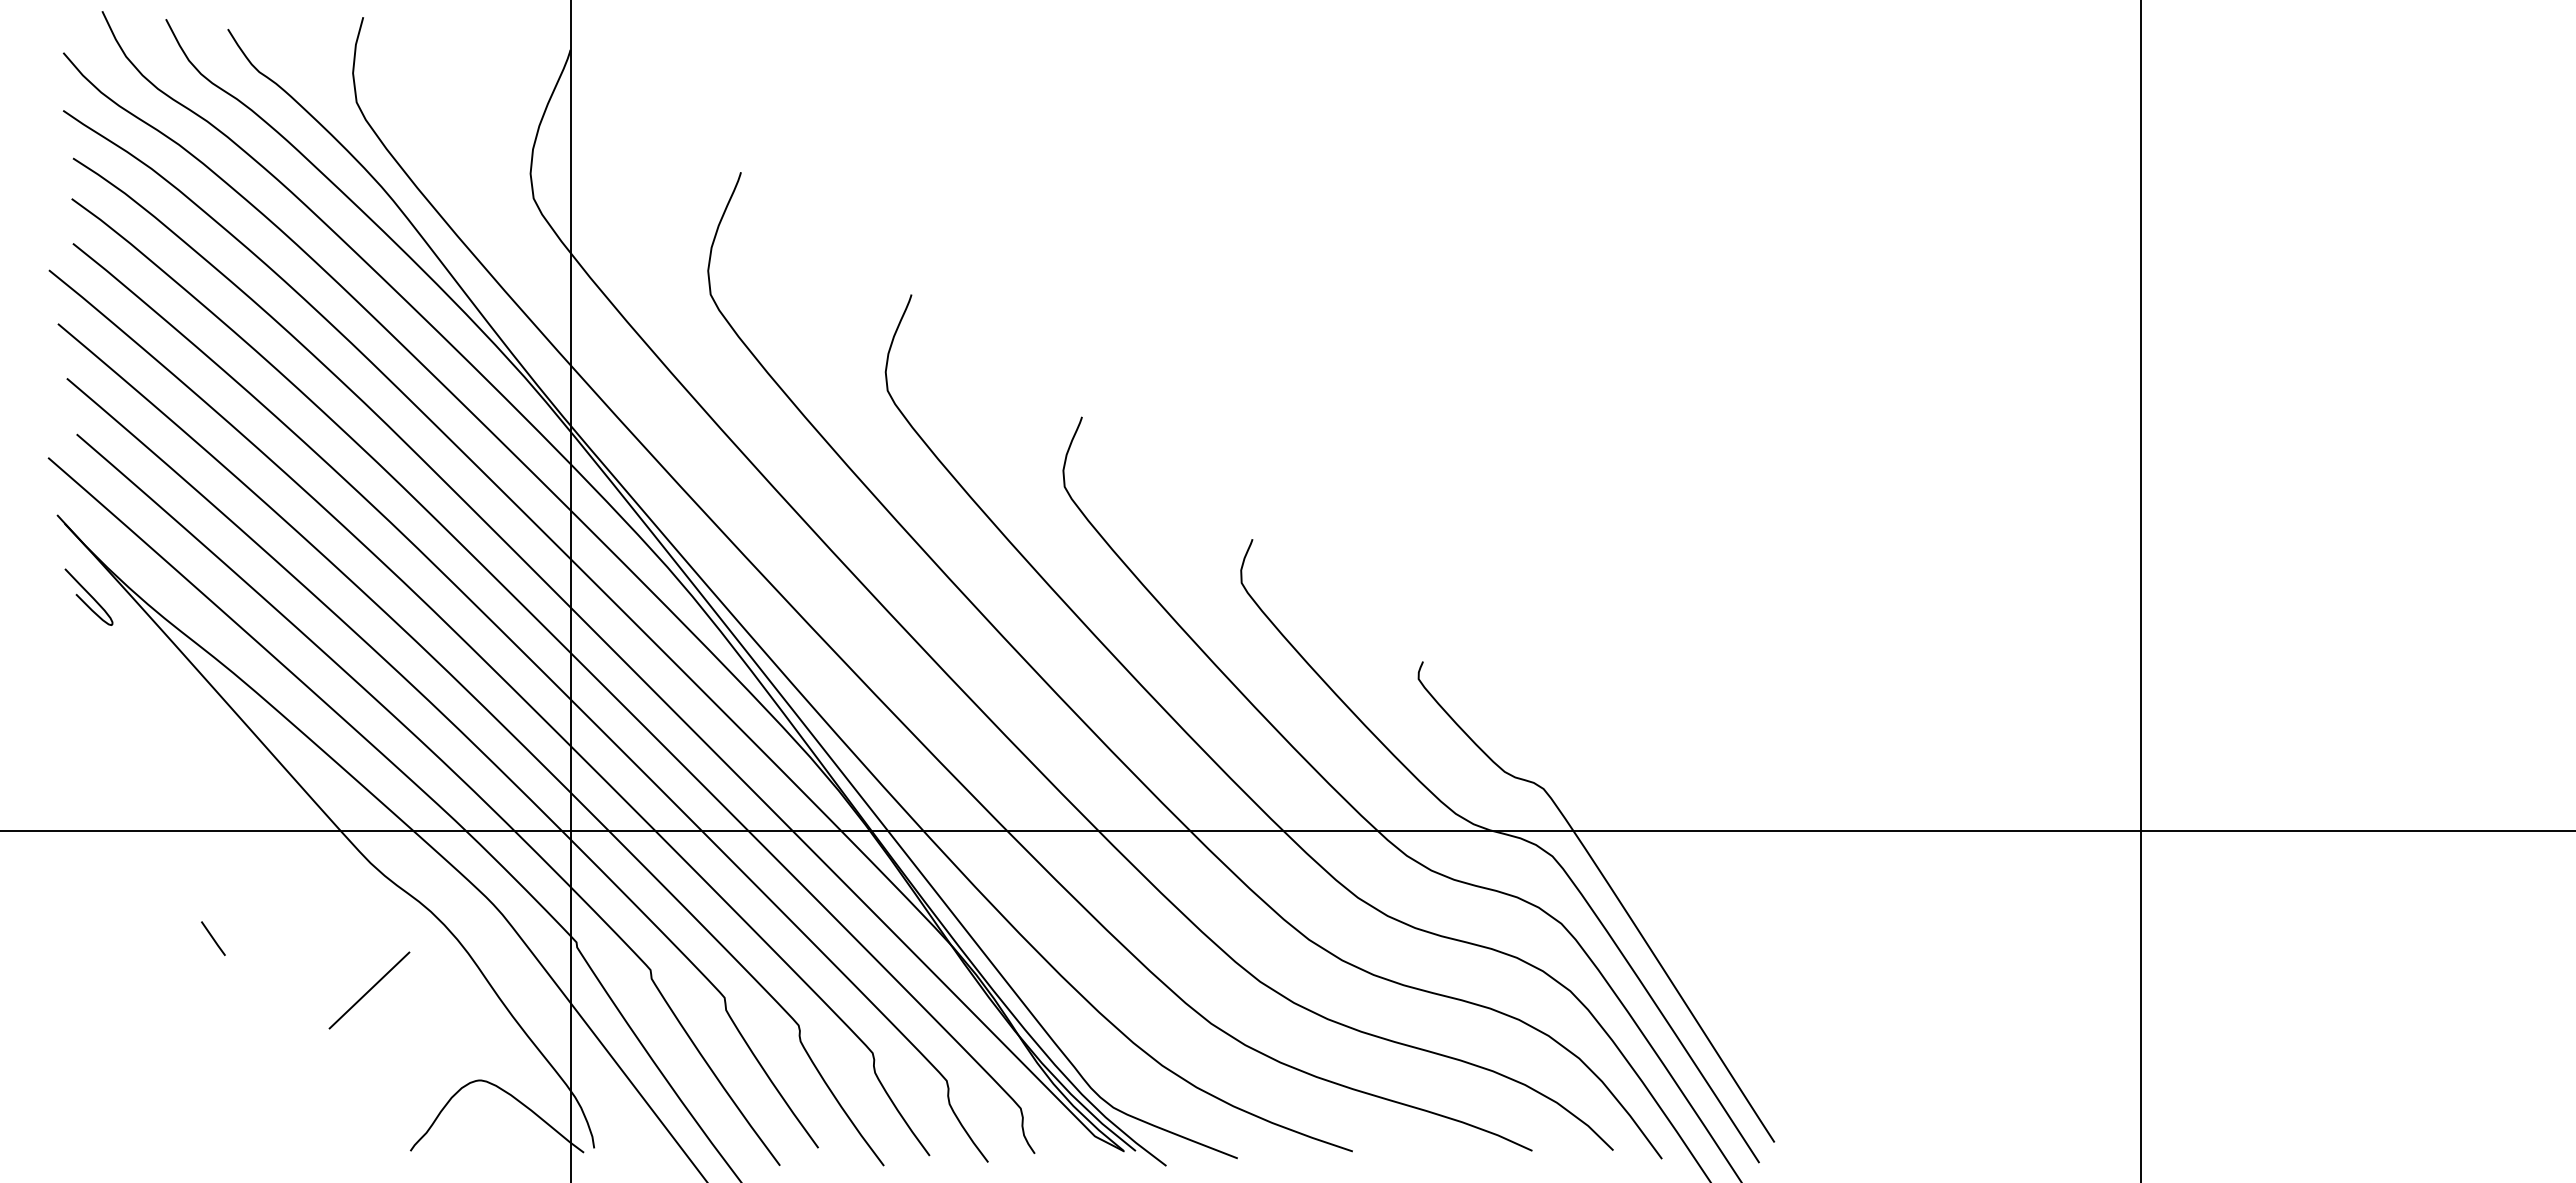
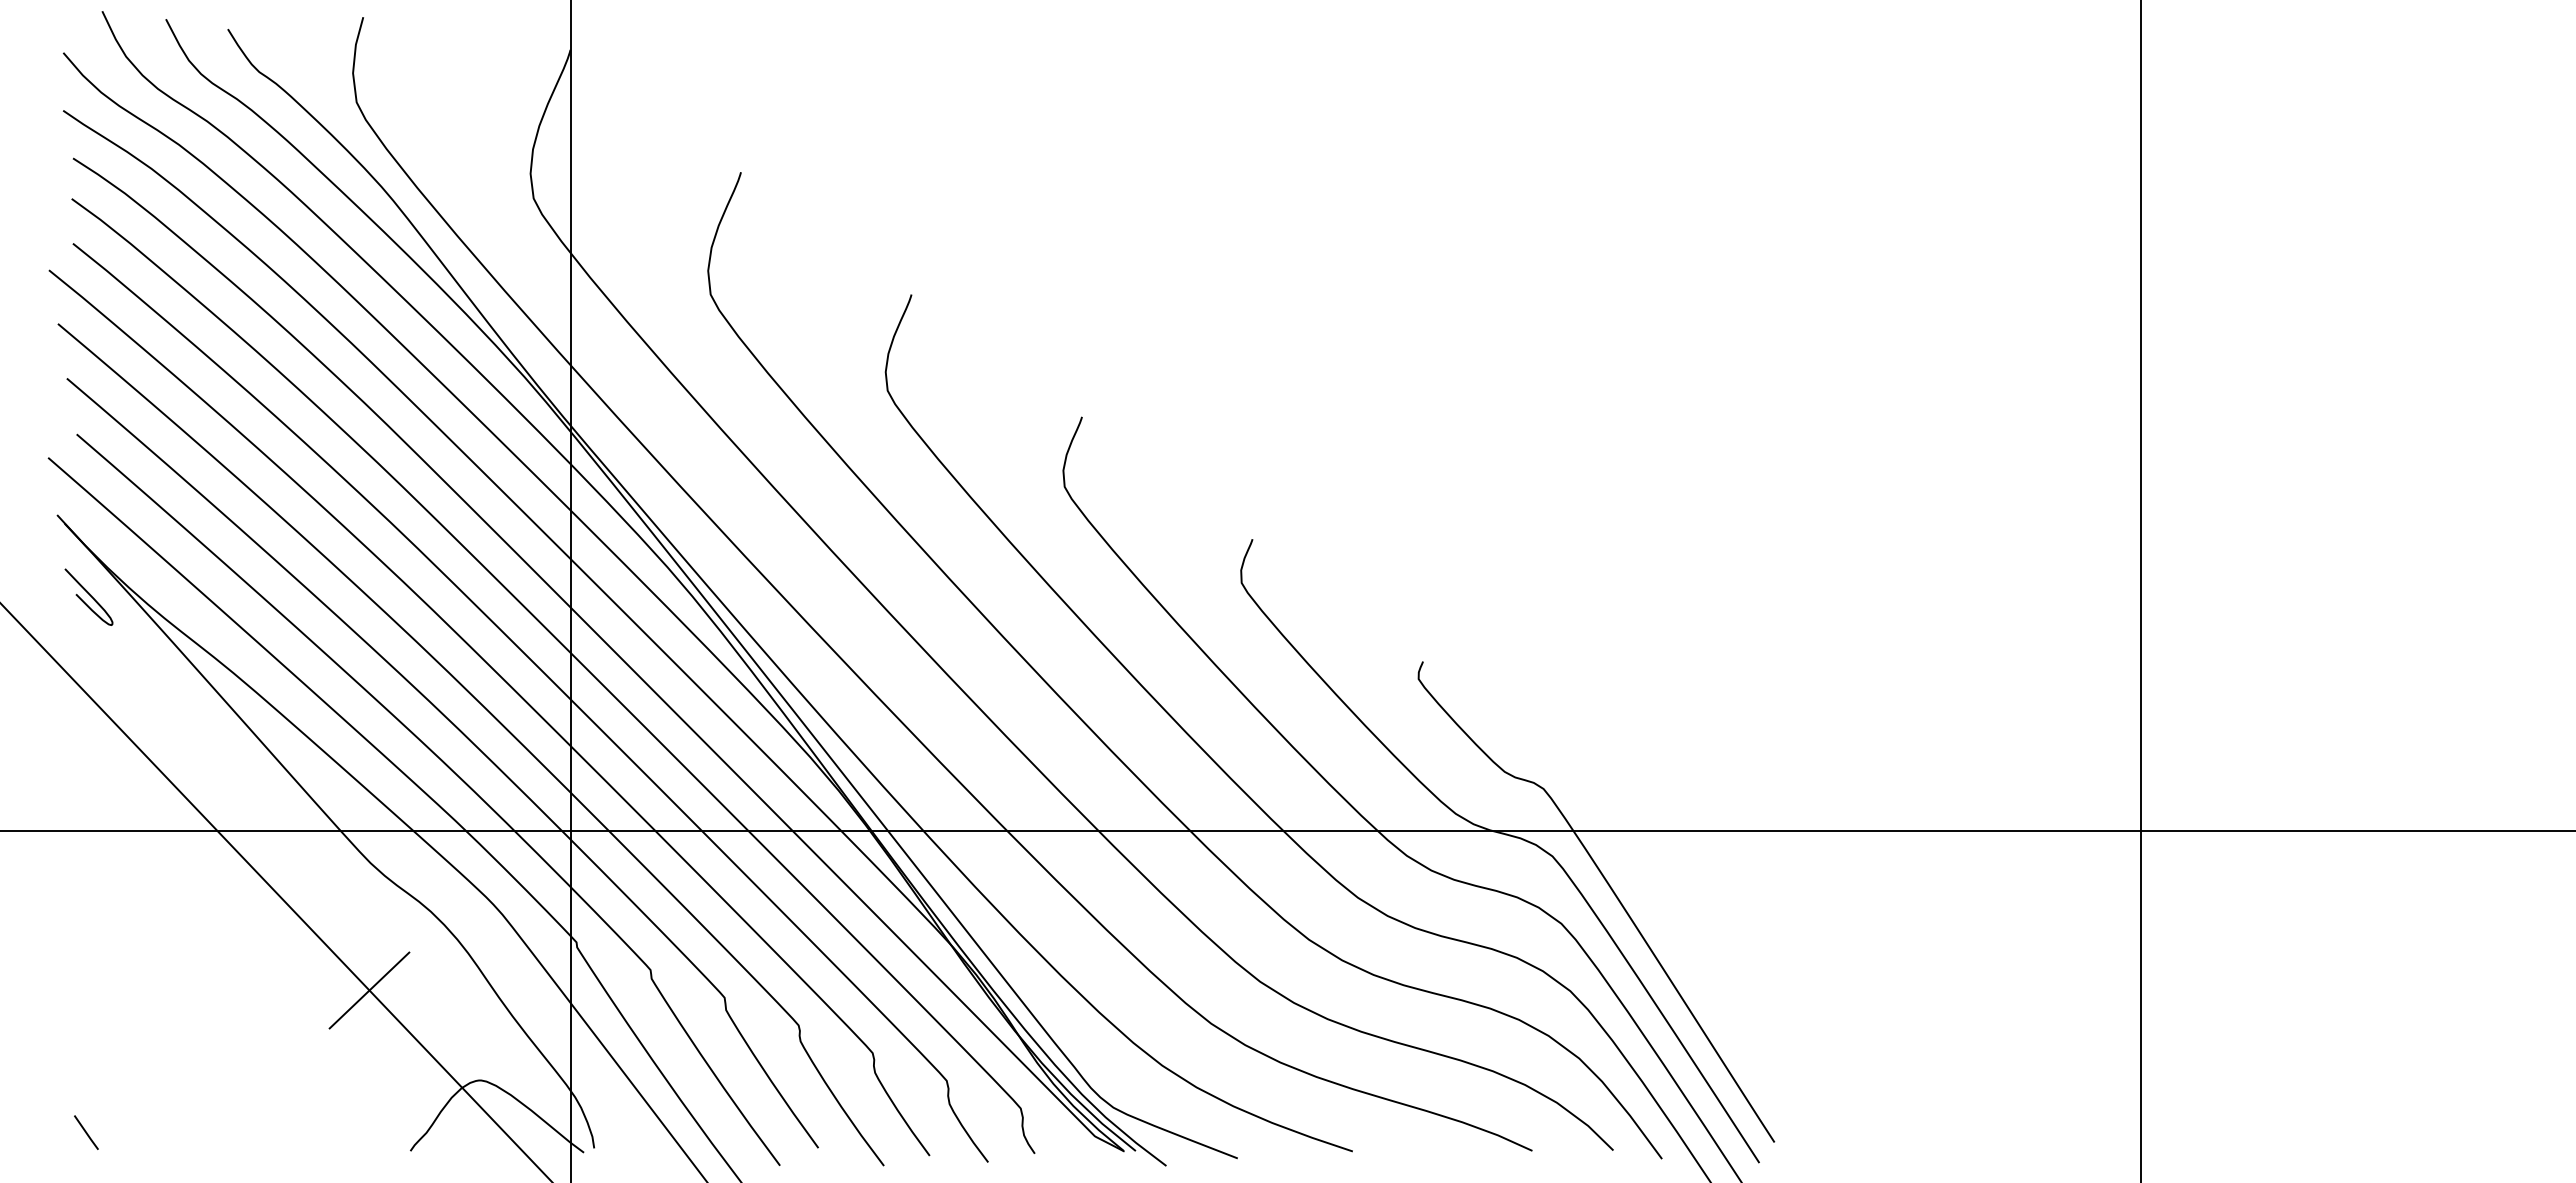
line at (275, 892): none -> present
line at (213, 938) position: (213, 938) -> (86, 1132)
